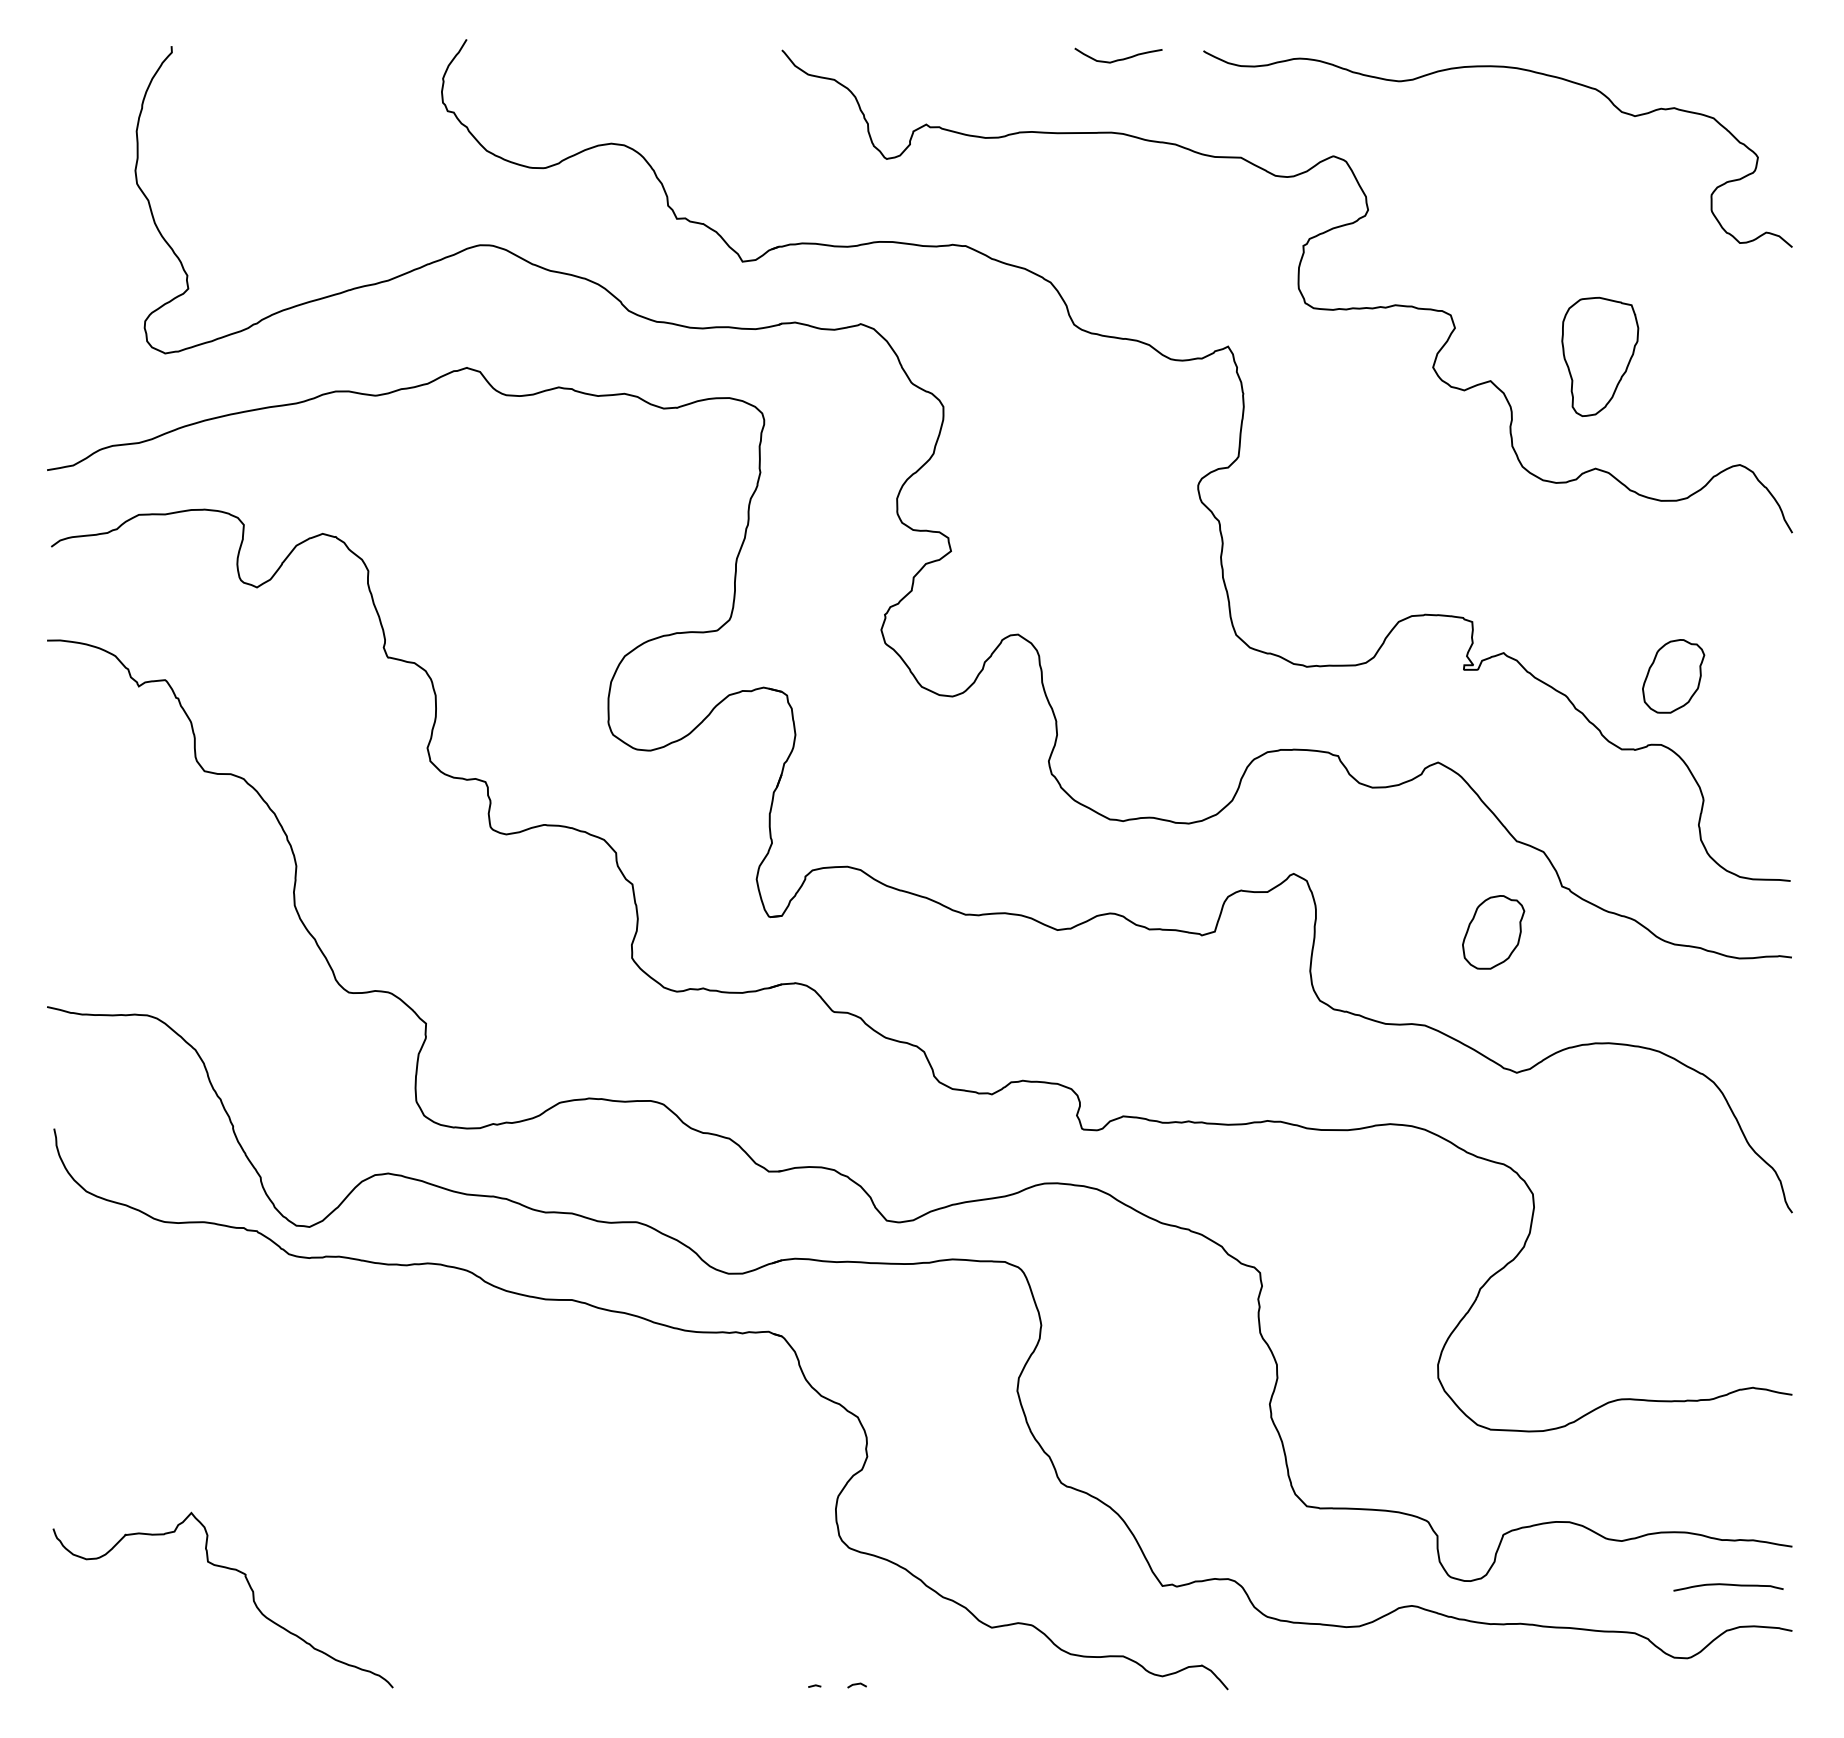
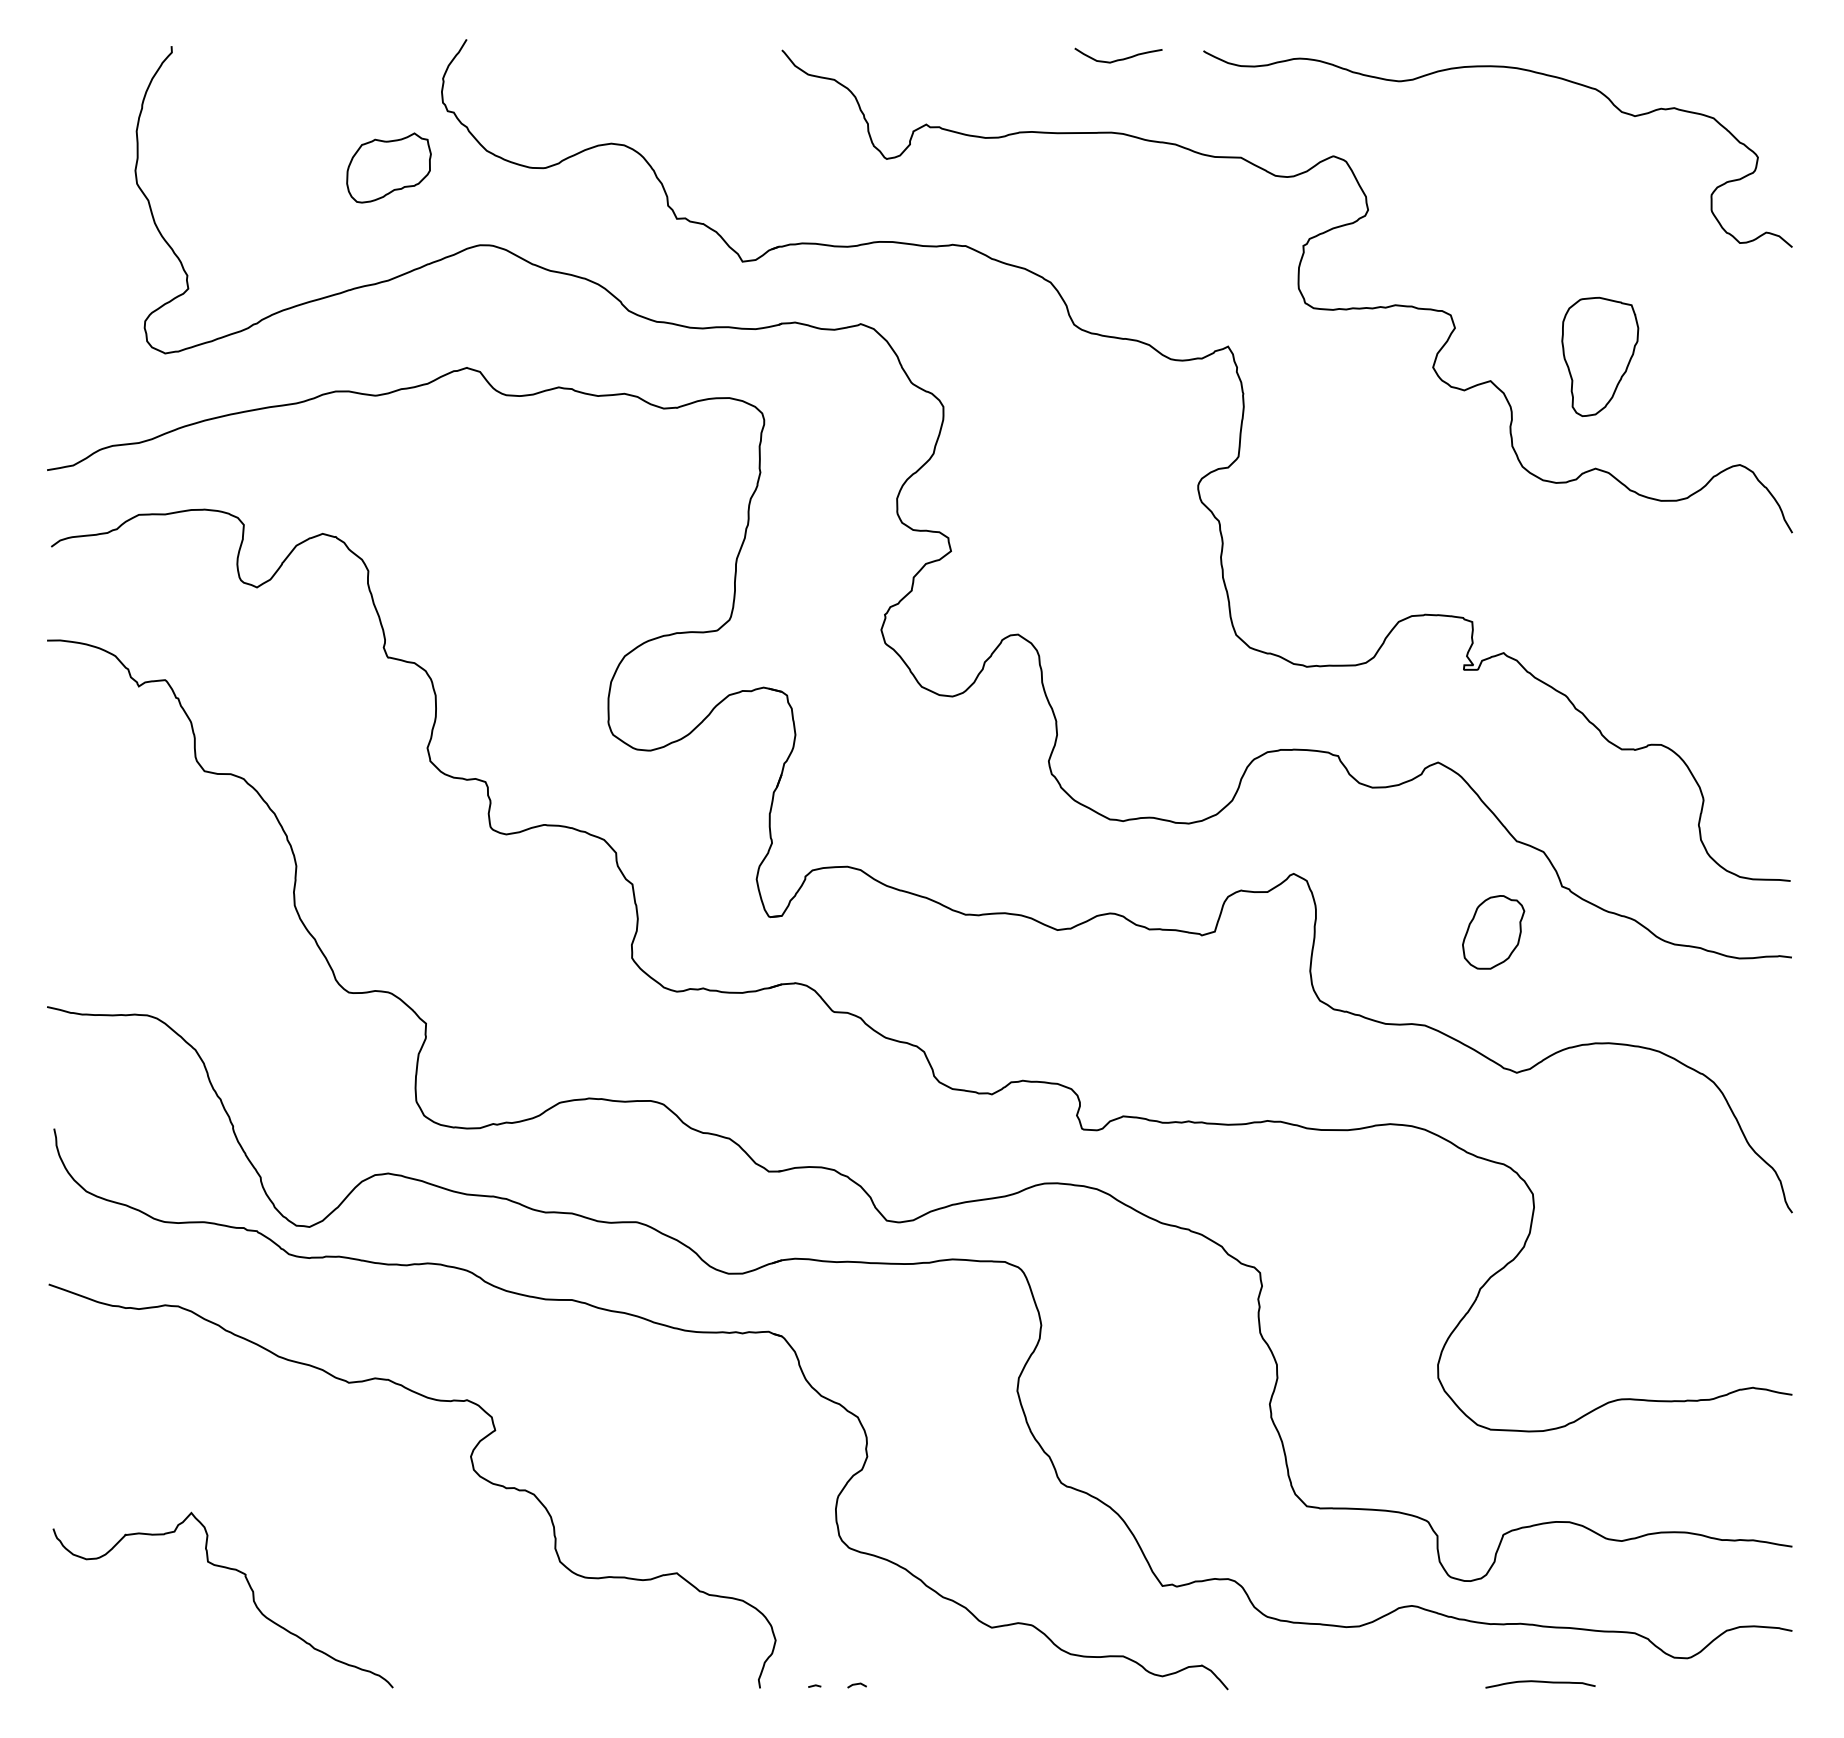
part at (388, 167): none -> present
part at (1673, 676): present -> none
curve at (472, 1469): none -> present
curve at (1728, 1585) position: (1728, 1585) -> (1540, 1682)
